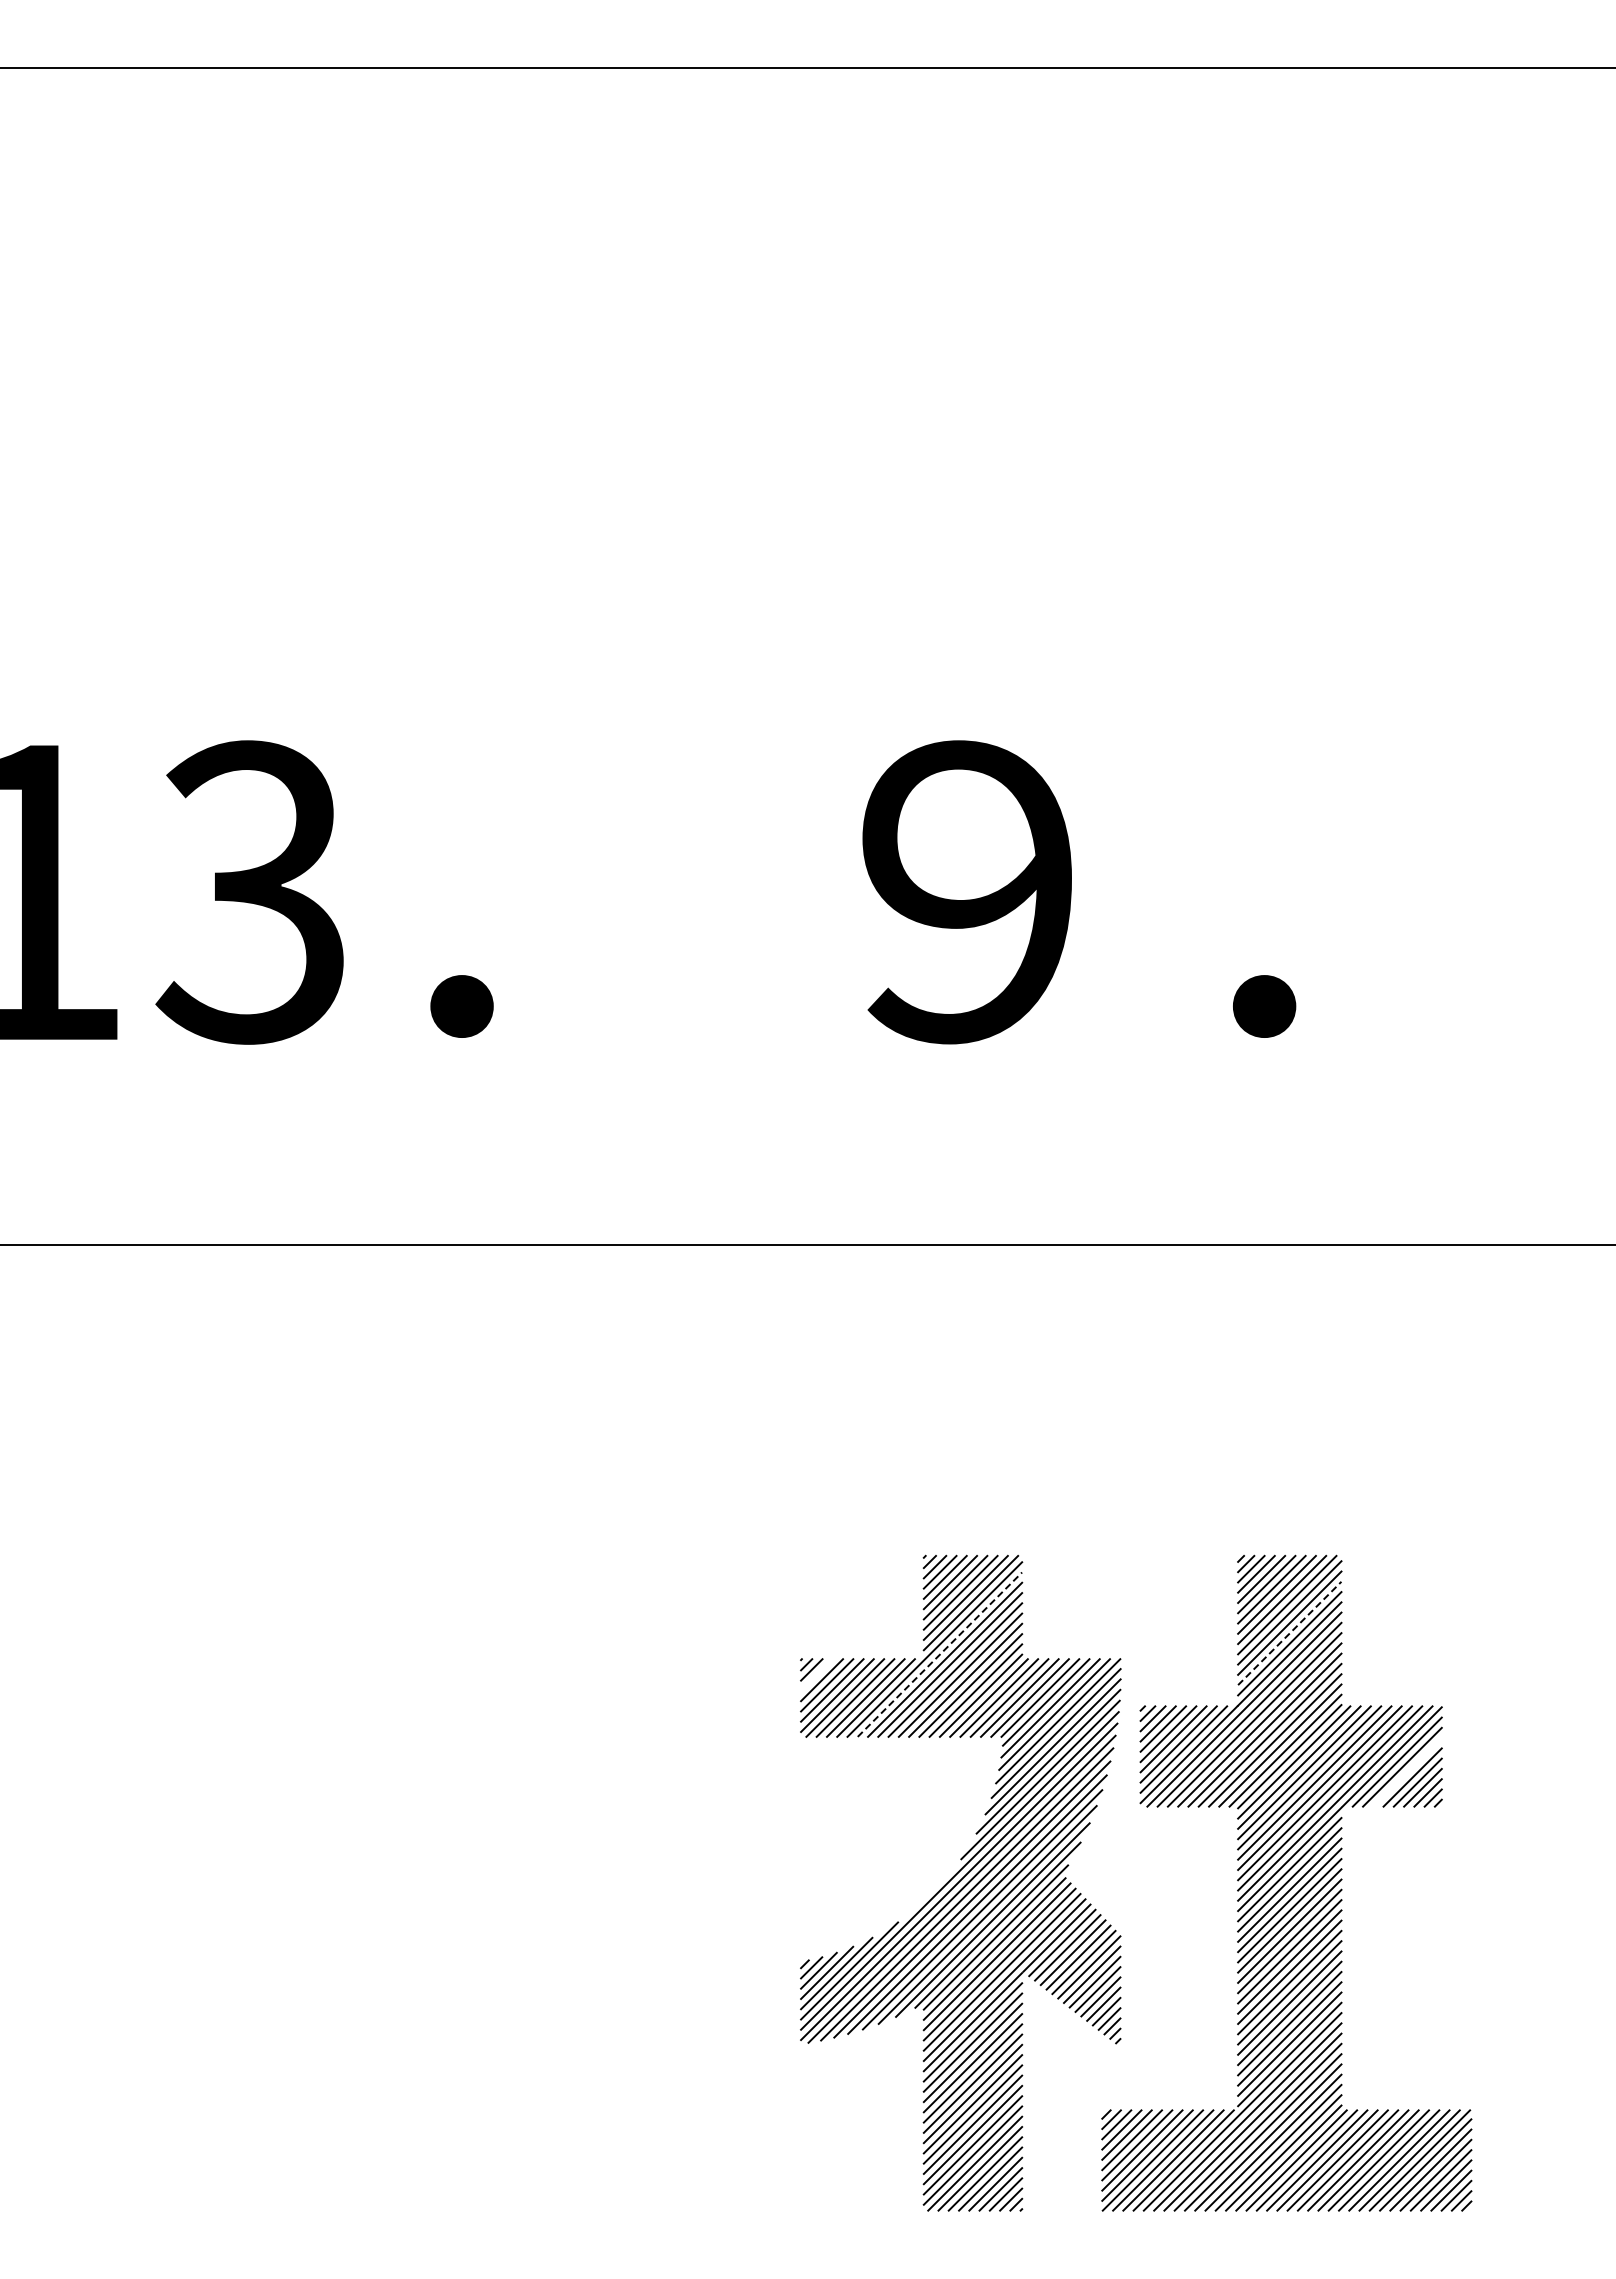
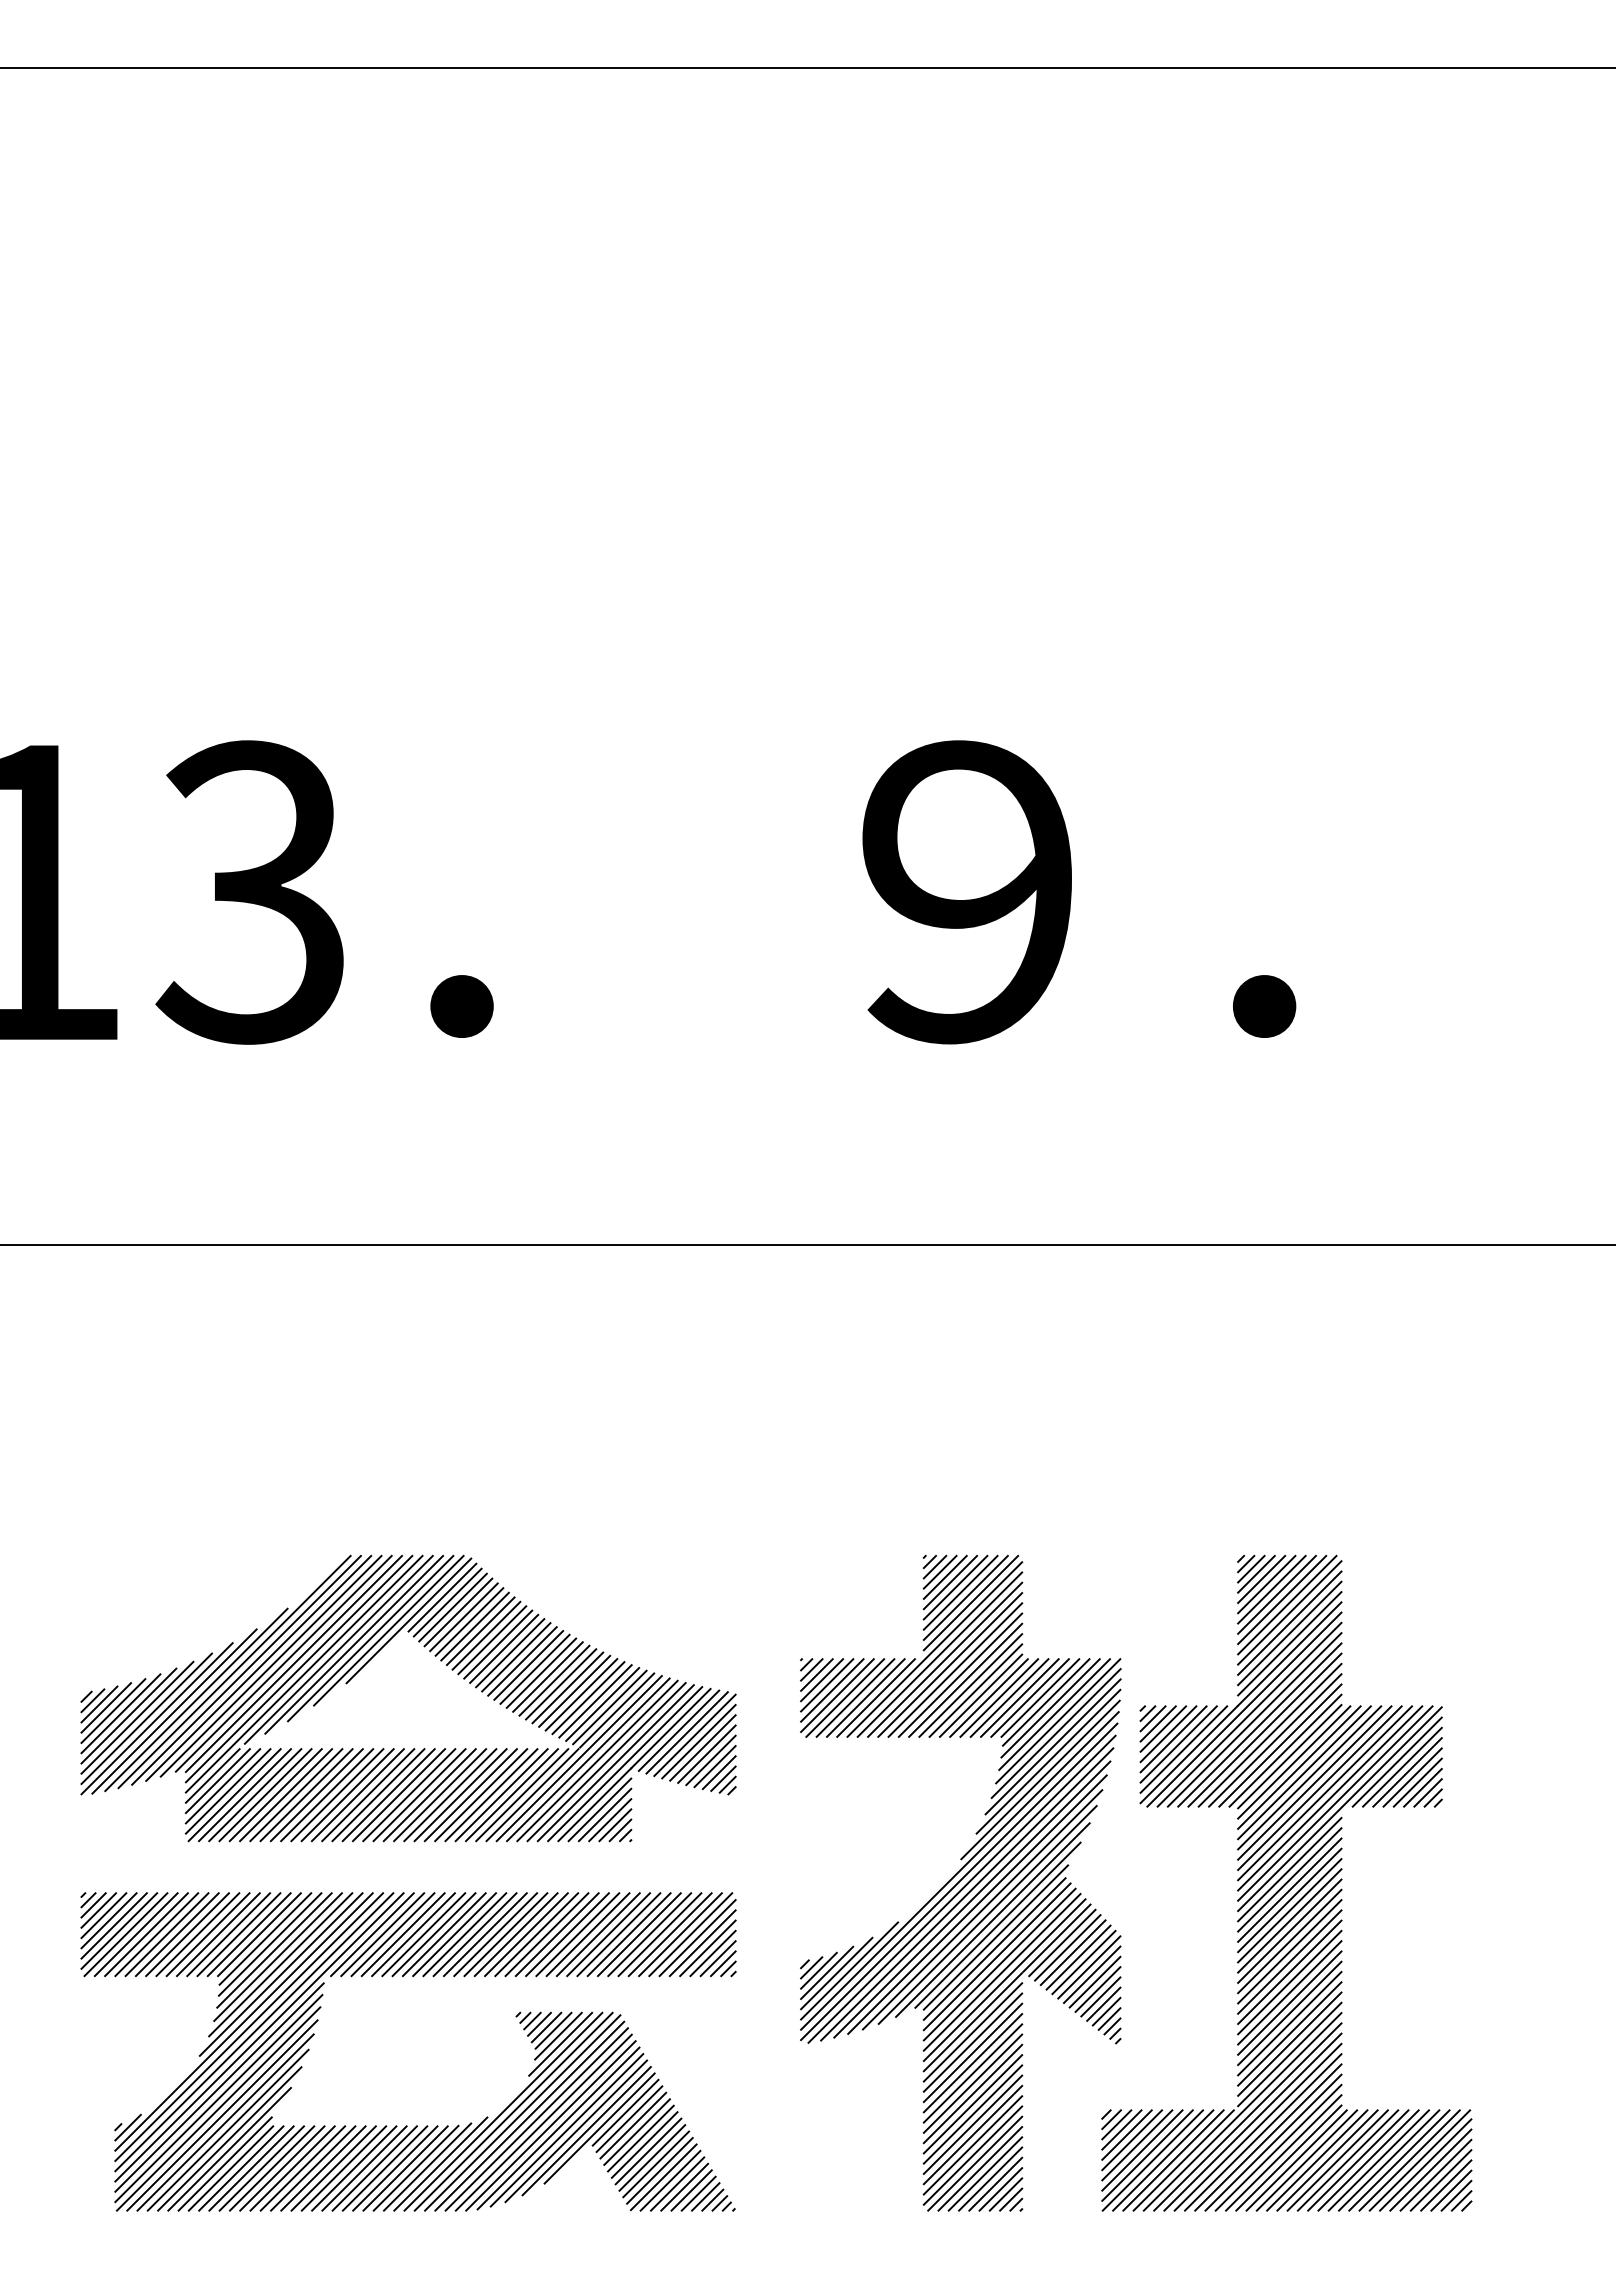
line at (1290, 1633): dashed -> solid
line at (940, 1654): dashed -> solid
part at (440, 1661): none -> present
line at (816, 1674): none -> present
line at (1407, 1772): none -> present
part at (407, 2125): none -> present
